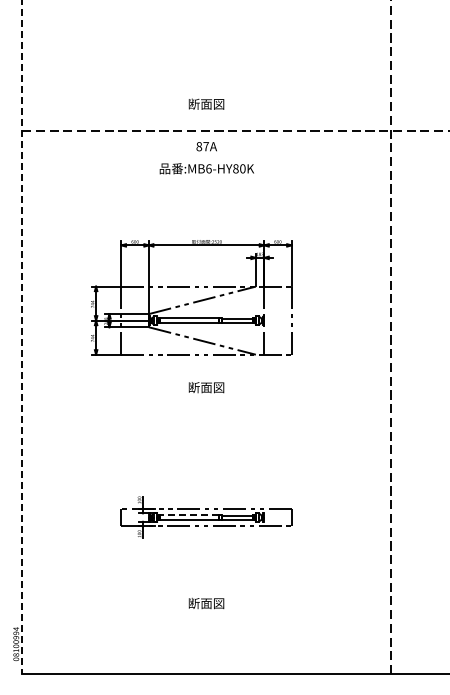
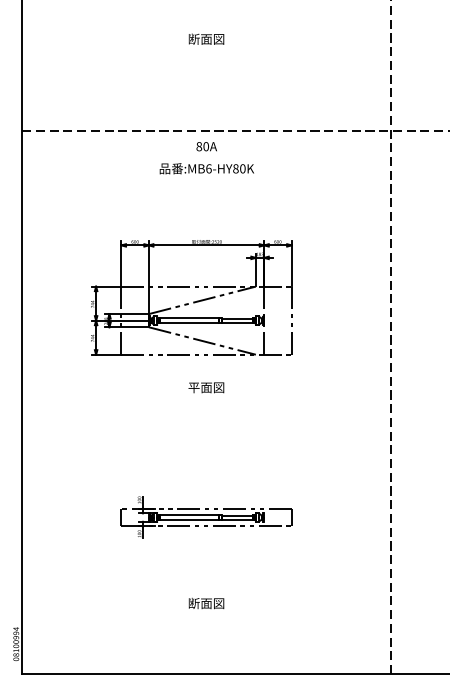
text at (206, 103) position: (206, 103) -> (206, 38)
text at (206, 146): 87A -> 80A
line at (22, 337): dashed -> solid
text at (193, 387): 断面図 -> 平面図
line at (189, 515): dashed -> solid
